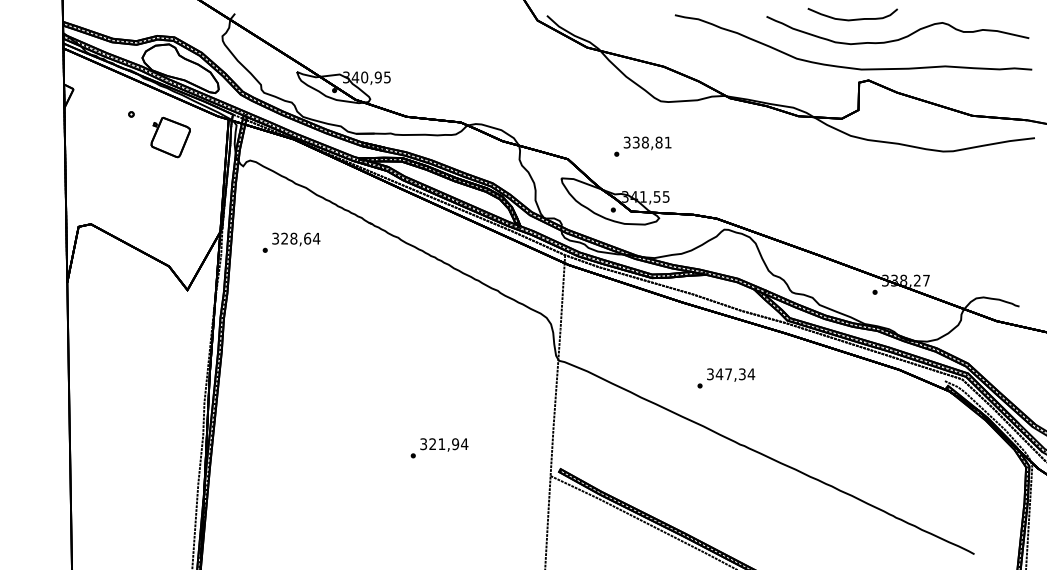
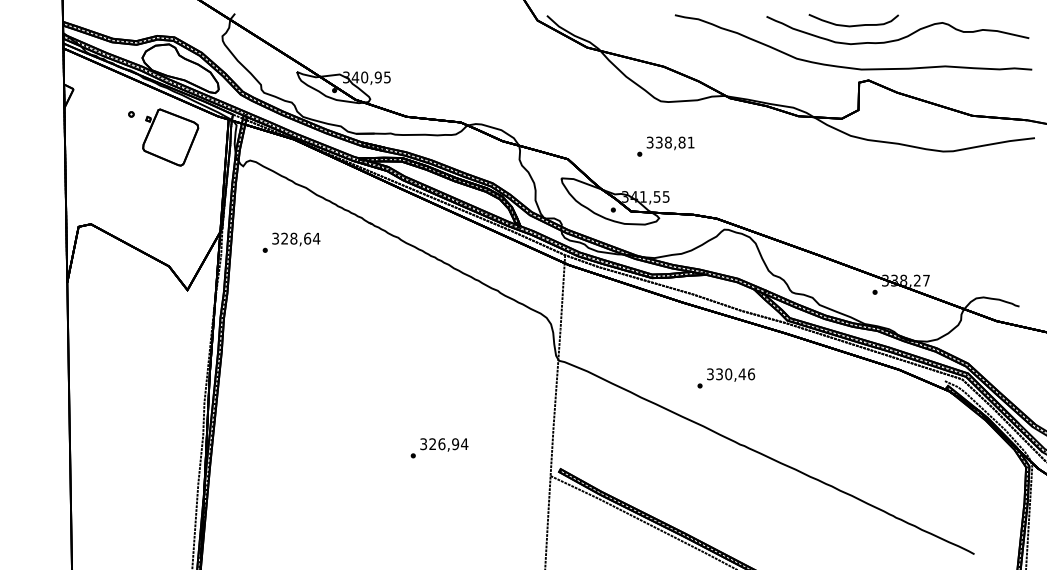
curve at (855, 18) position: (855, 18) -> (856, 24)
part at (170, 137) size: 41x43 px -> 58x59 px
text at (642, 146) position: (642, 146) -> (665, 146)
text at (734, 374): 347,34 -> 330,46
text at (441, 444): 321,94 -> 326,94
